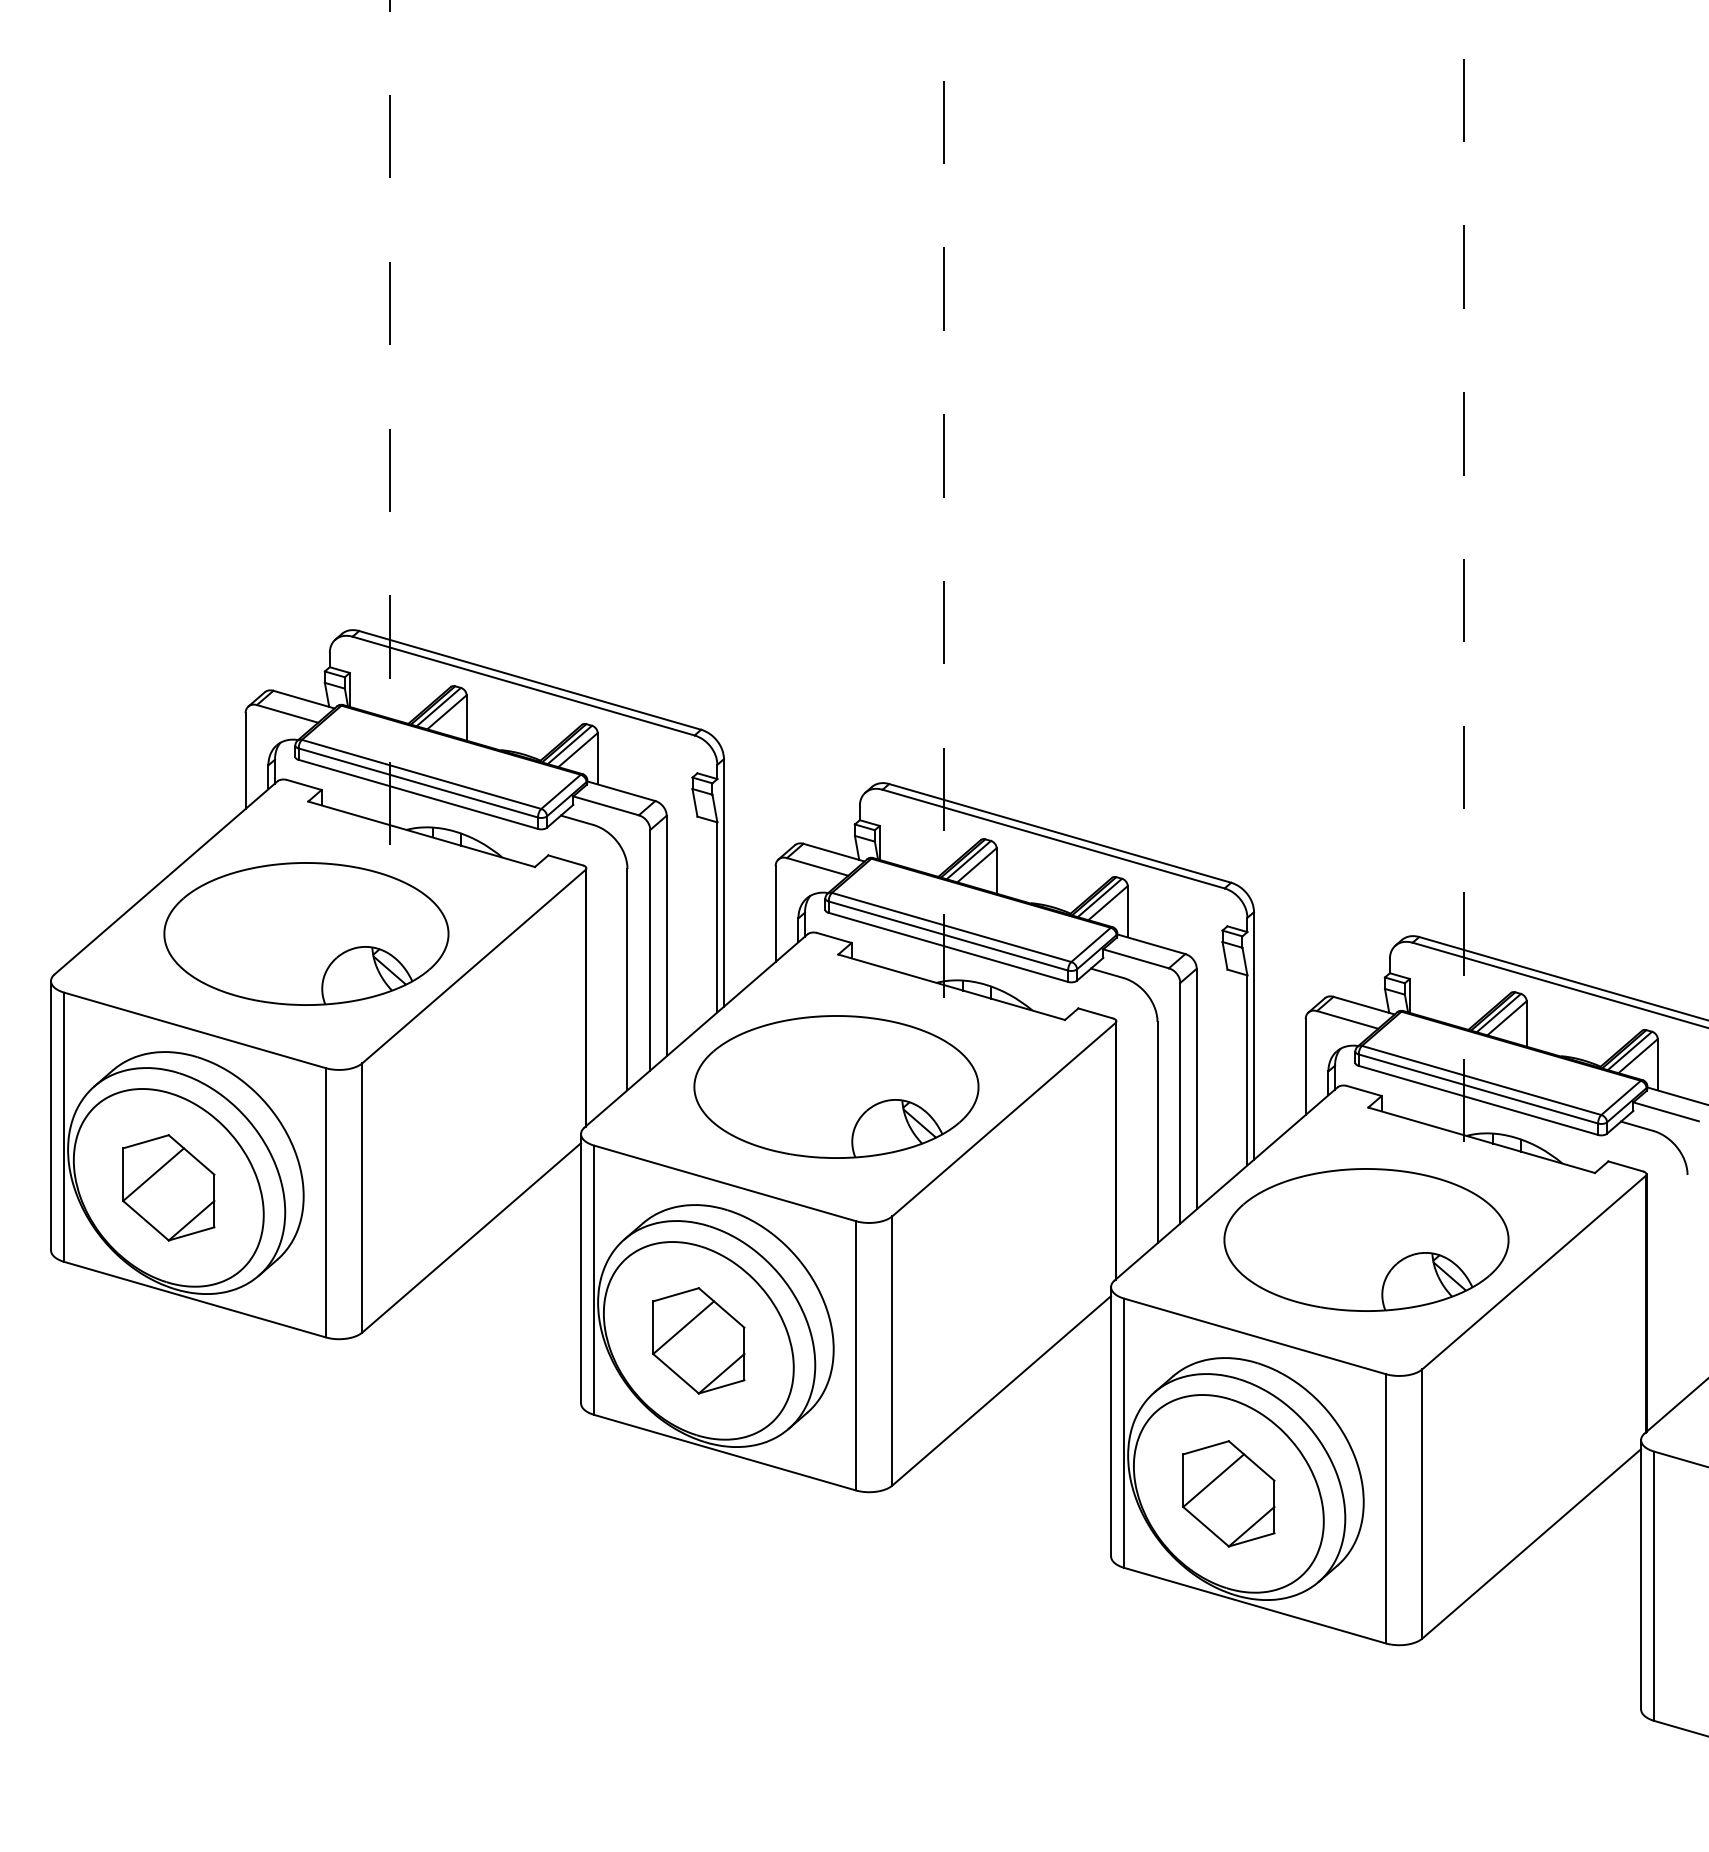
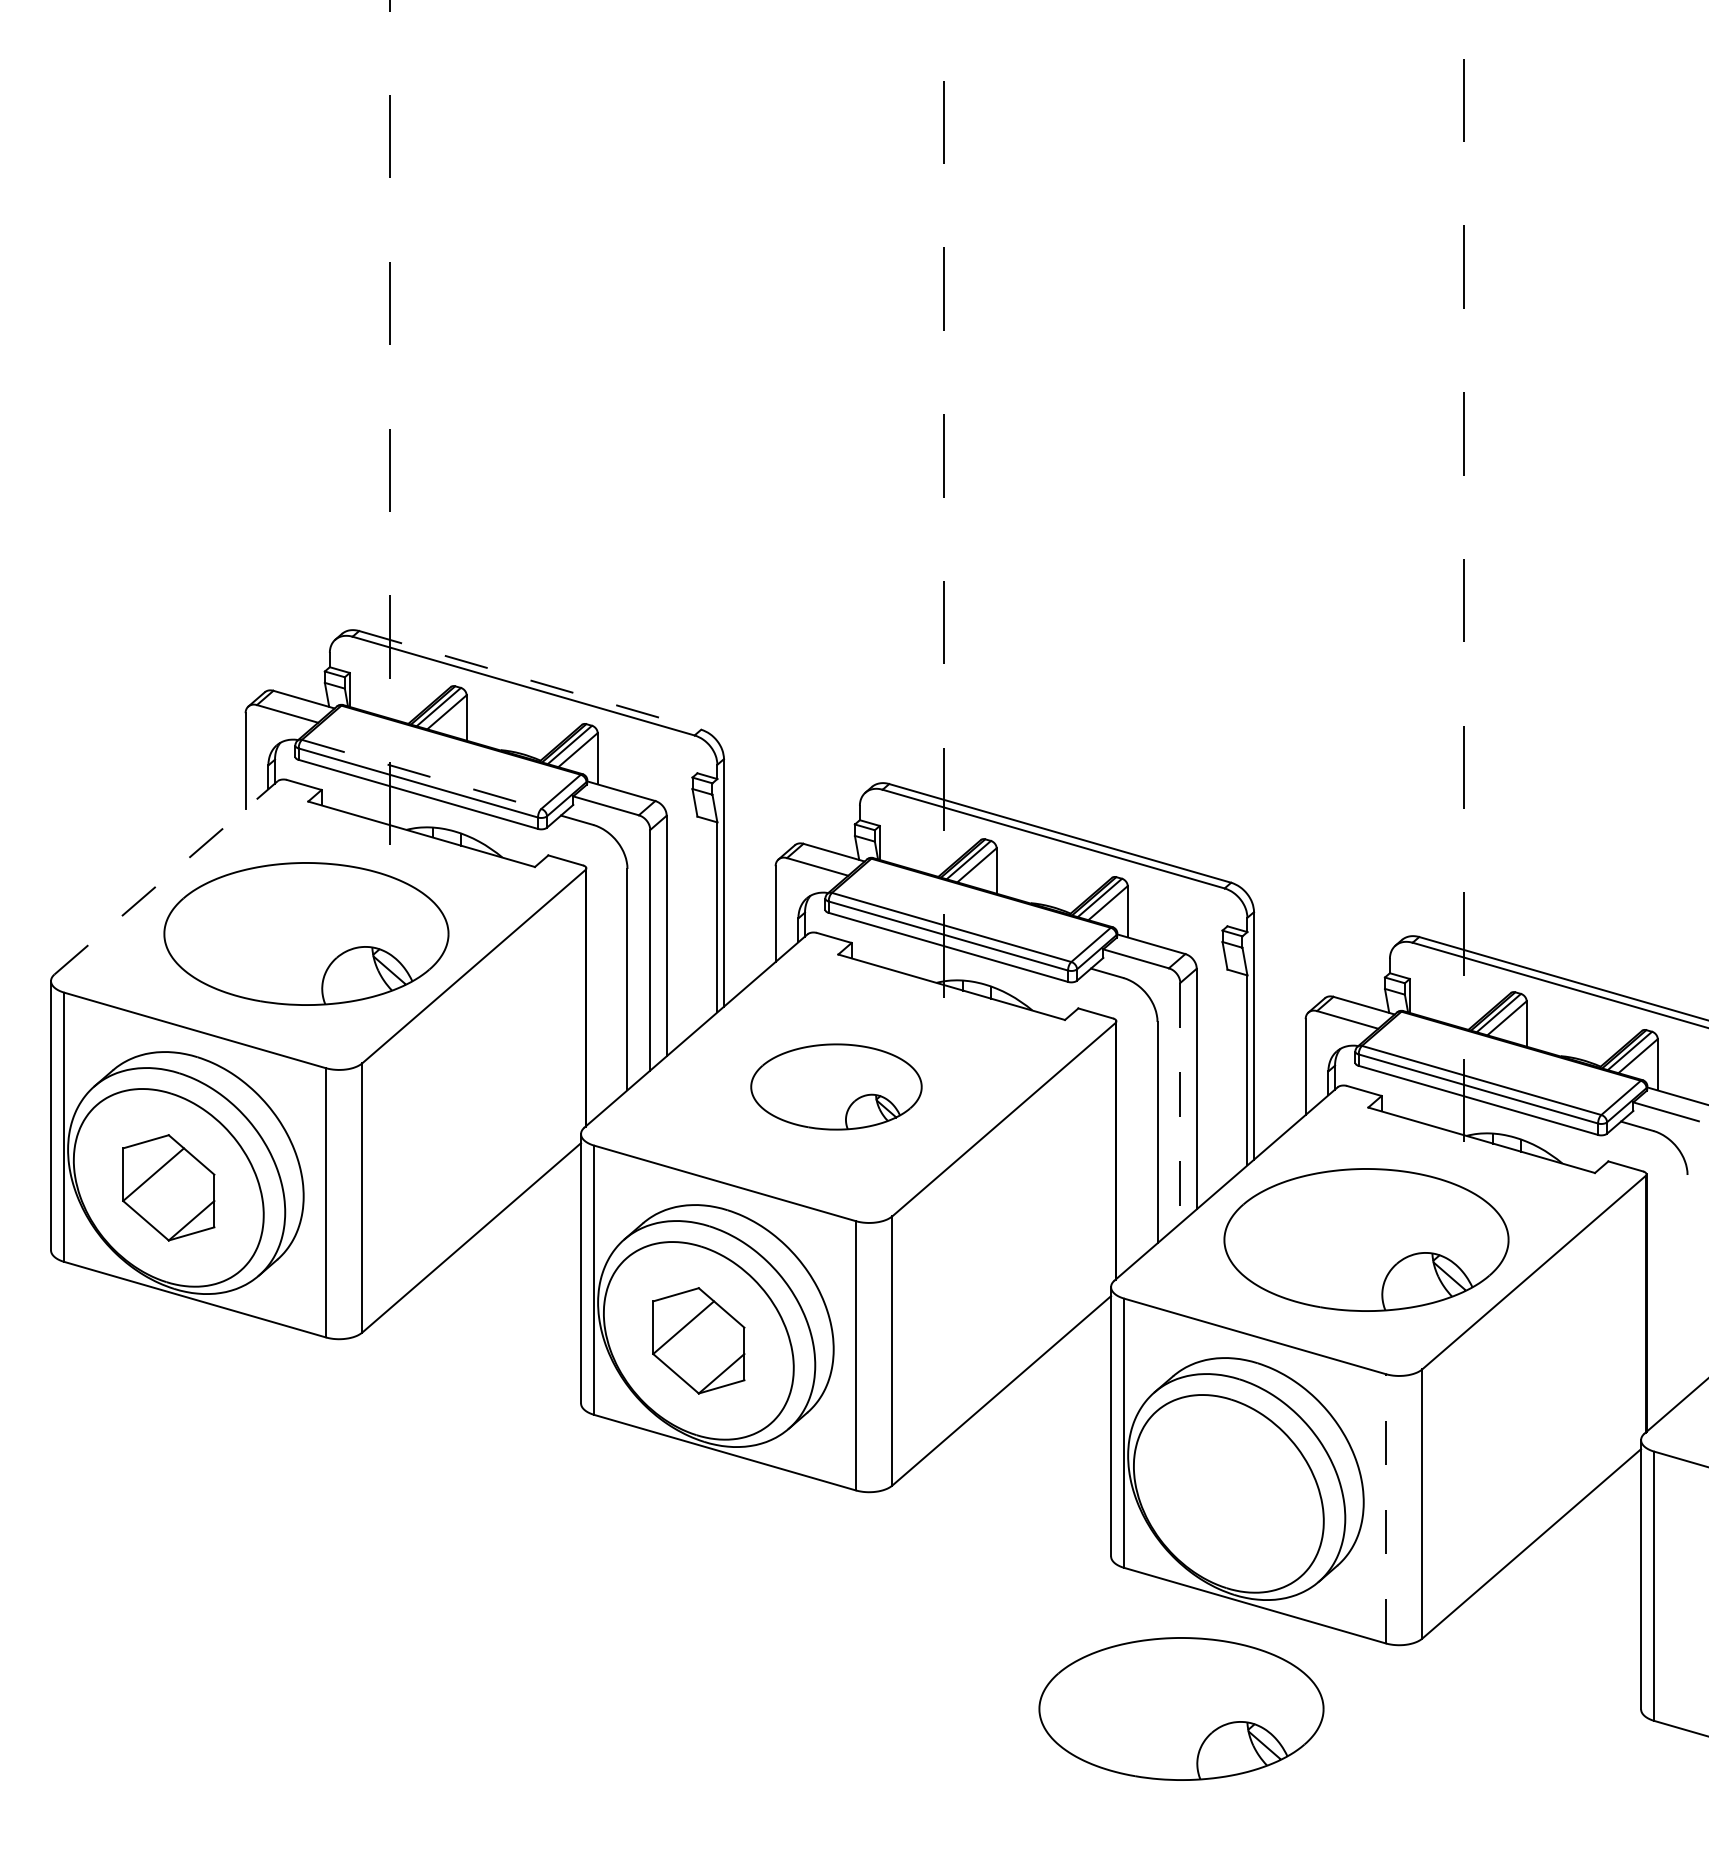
line at (530, 680): solid -> dashed
line at (421, 774): solid -> dashed
line at (166, 877): solid -> dashed
part at (836, 1086) size: 287x144 px -> 173x88 px
line at (1180, 1103): solid -> dashed
part at (1228, 1493): present -> none
line at (1385, 1508): solid -> dashed
part at (1181, 1708): none -> present
